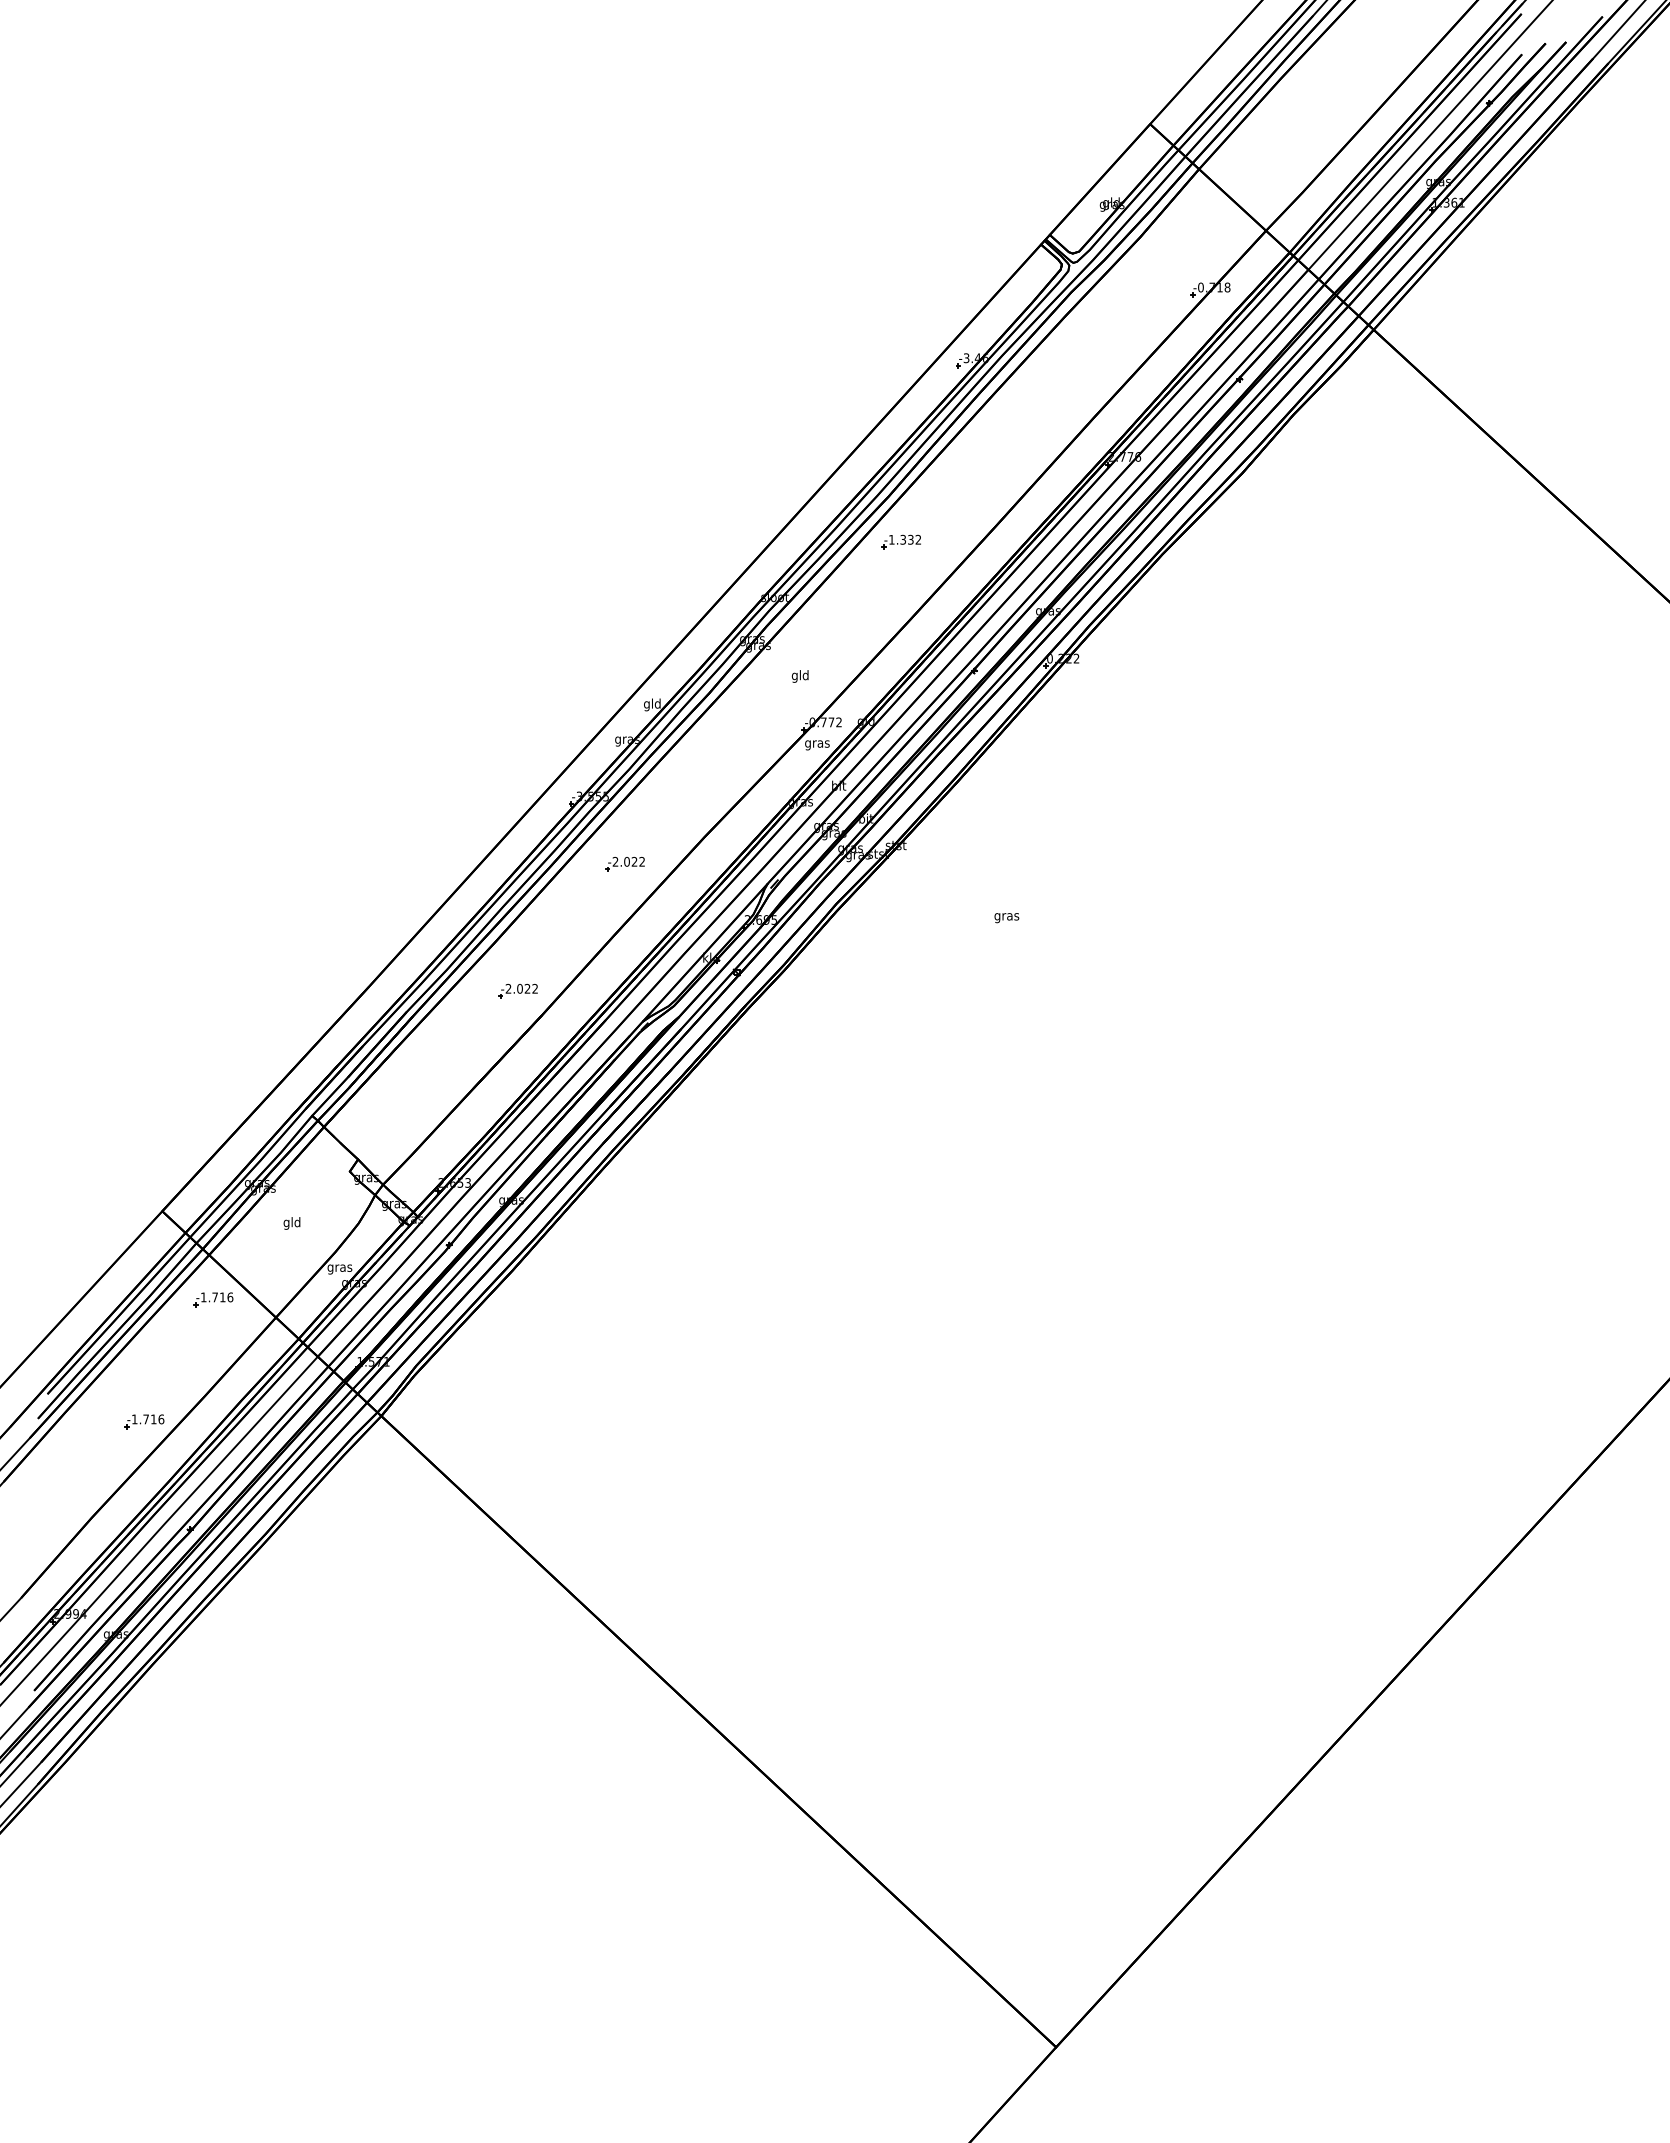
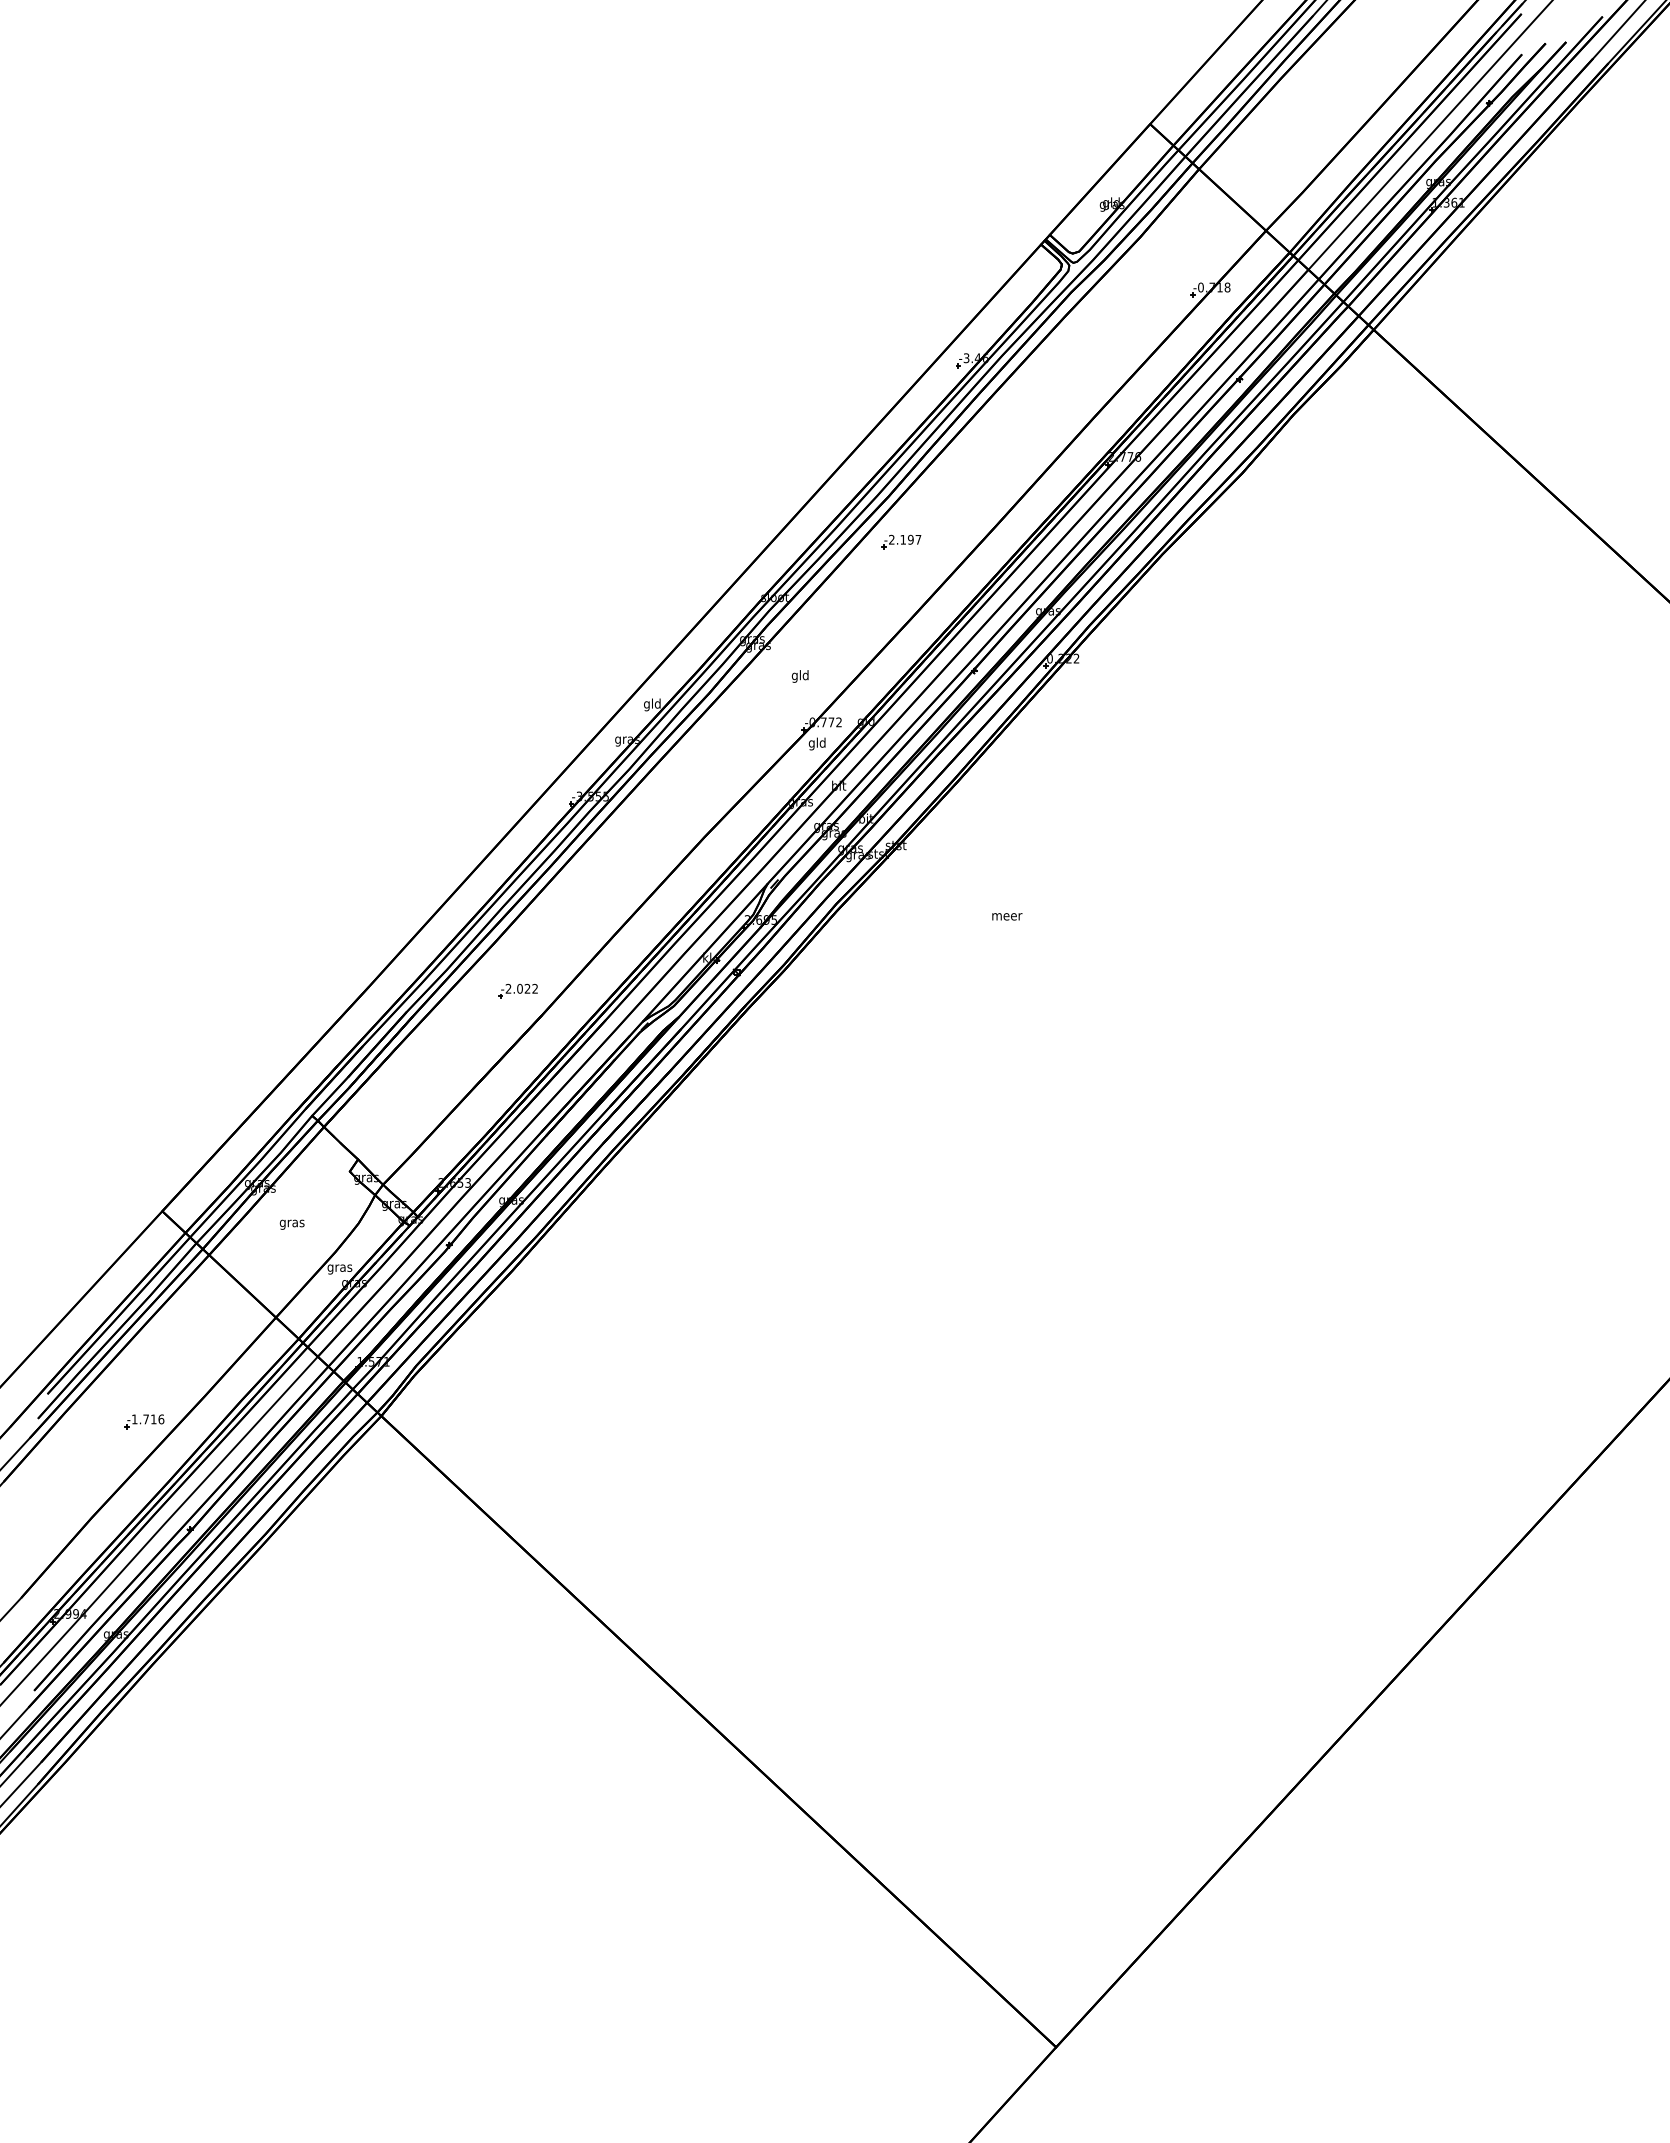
text at (905, 539): -1.332 -> -2.197
text at (817, 743): gras -> gld
part at (624, 864): present -> none
text at (1007, 918): gras -> meer
text at (291, 1223): gld -> gras
part at (213, 1299): present -> none
